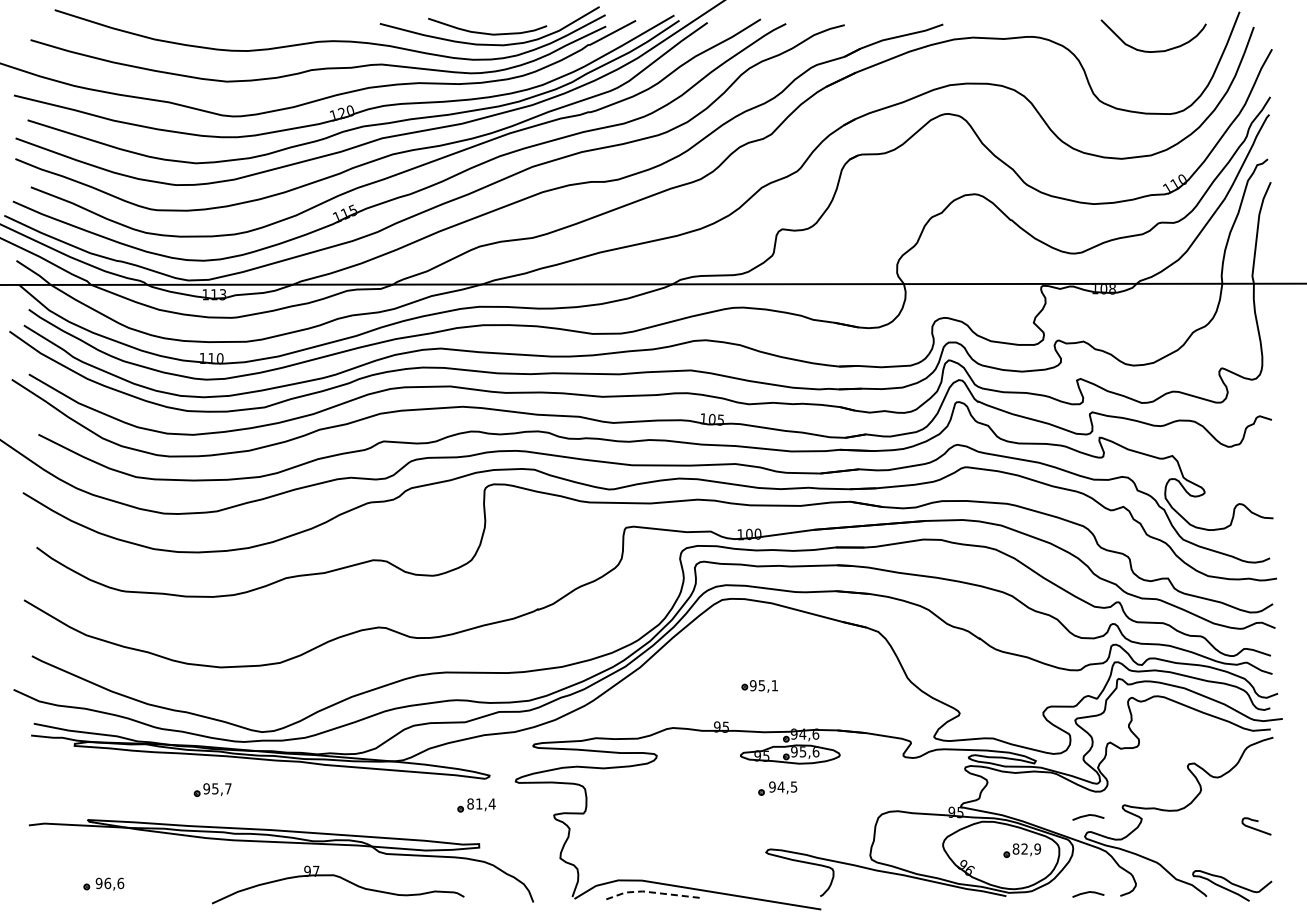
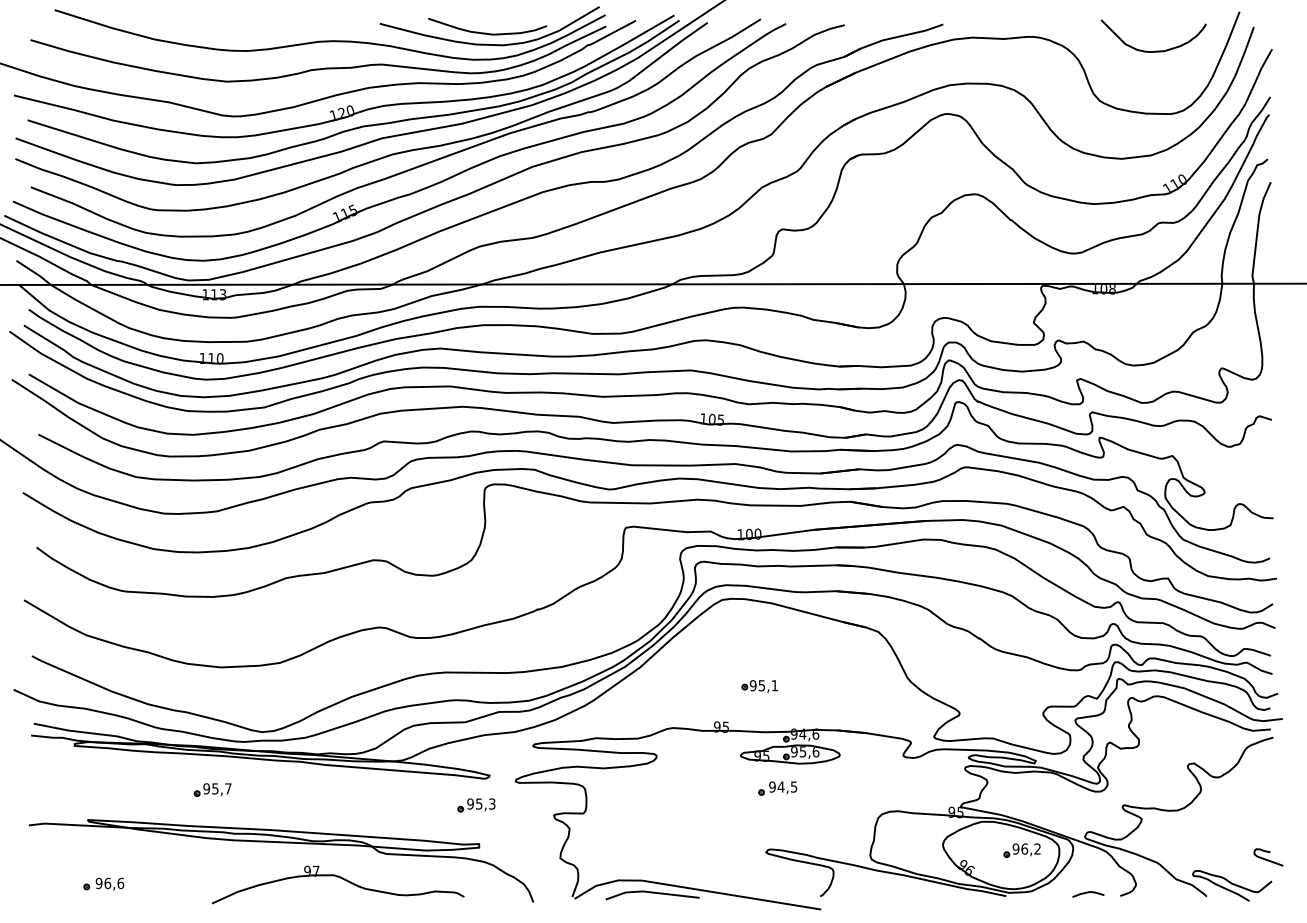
text at (481, 803): 81,4 -> 95,3
line at (1088, 816): present -> none
curve at (1256, 828) position: (1256, 828) -> (1268, 859)
text at (1026, 848): 82,9 -> 96,2
line at (650, 892): dashed -> solid
